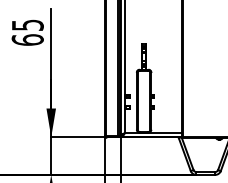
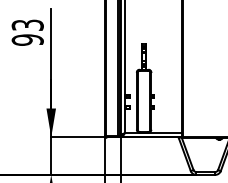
text at (27, 32): 65 -> 93
